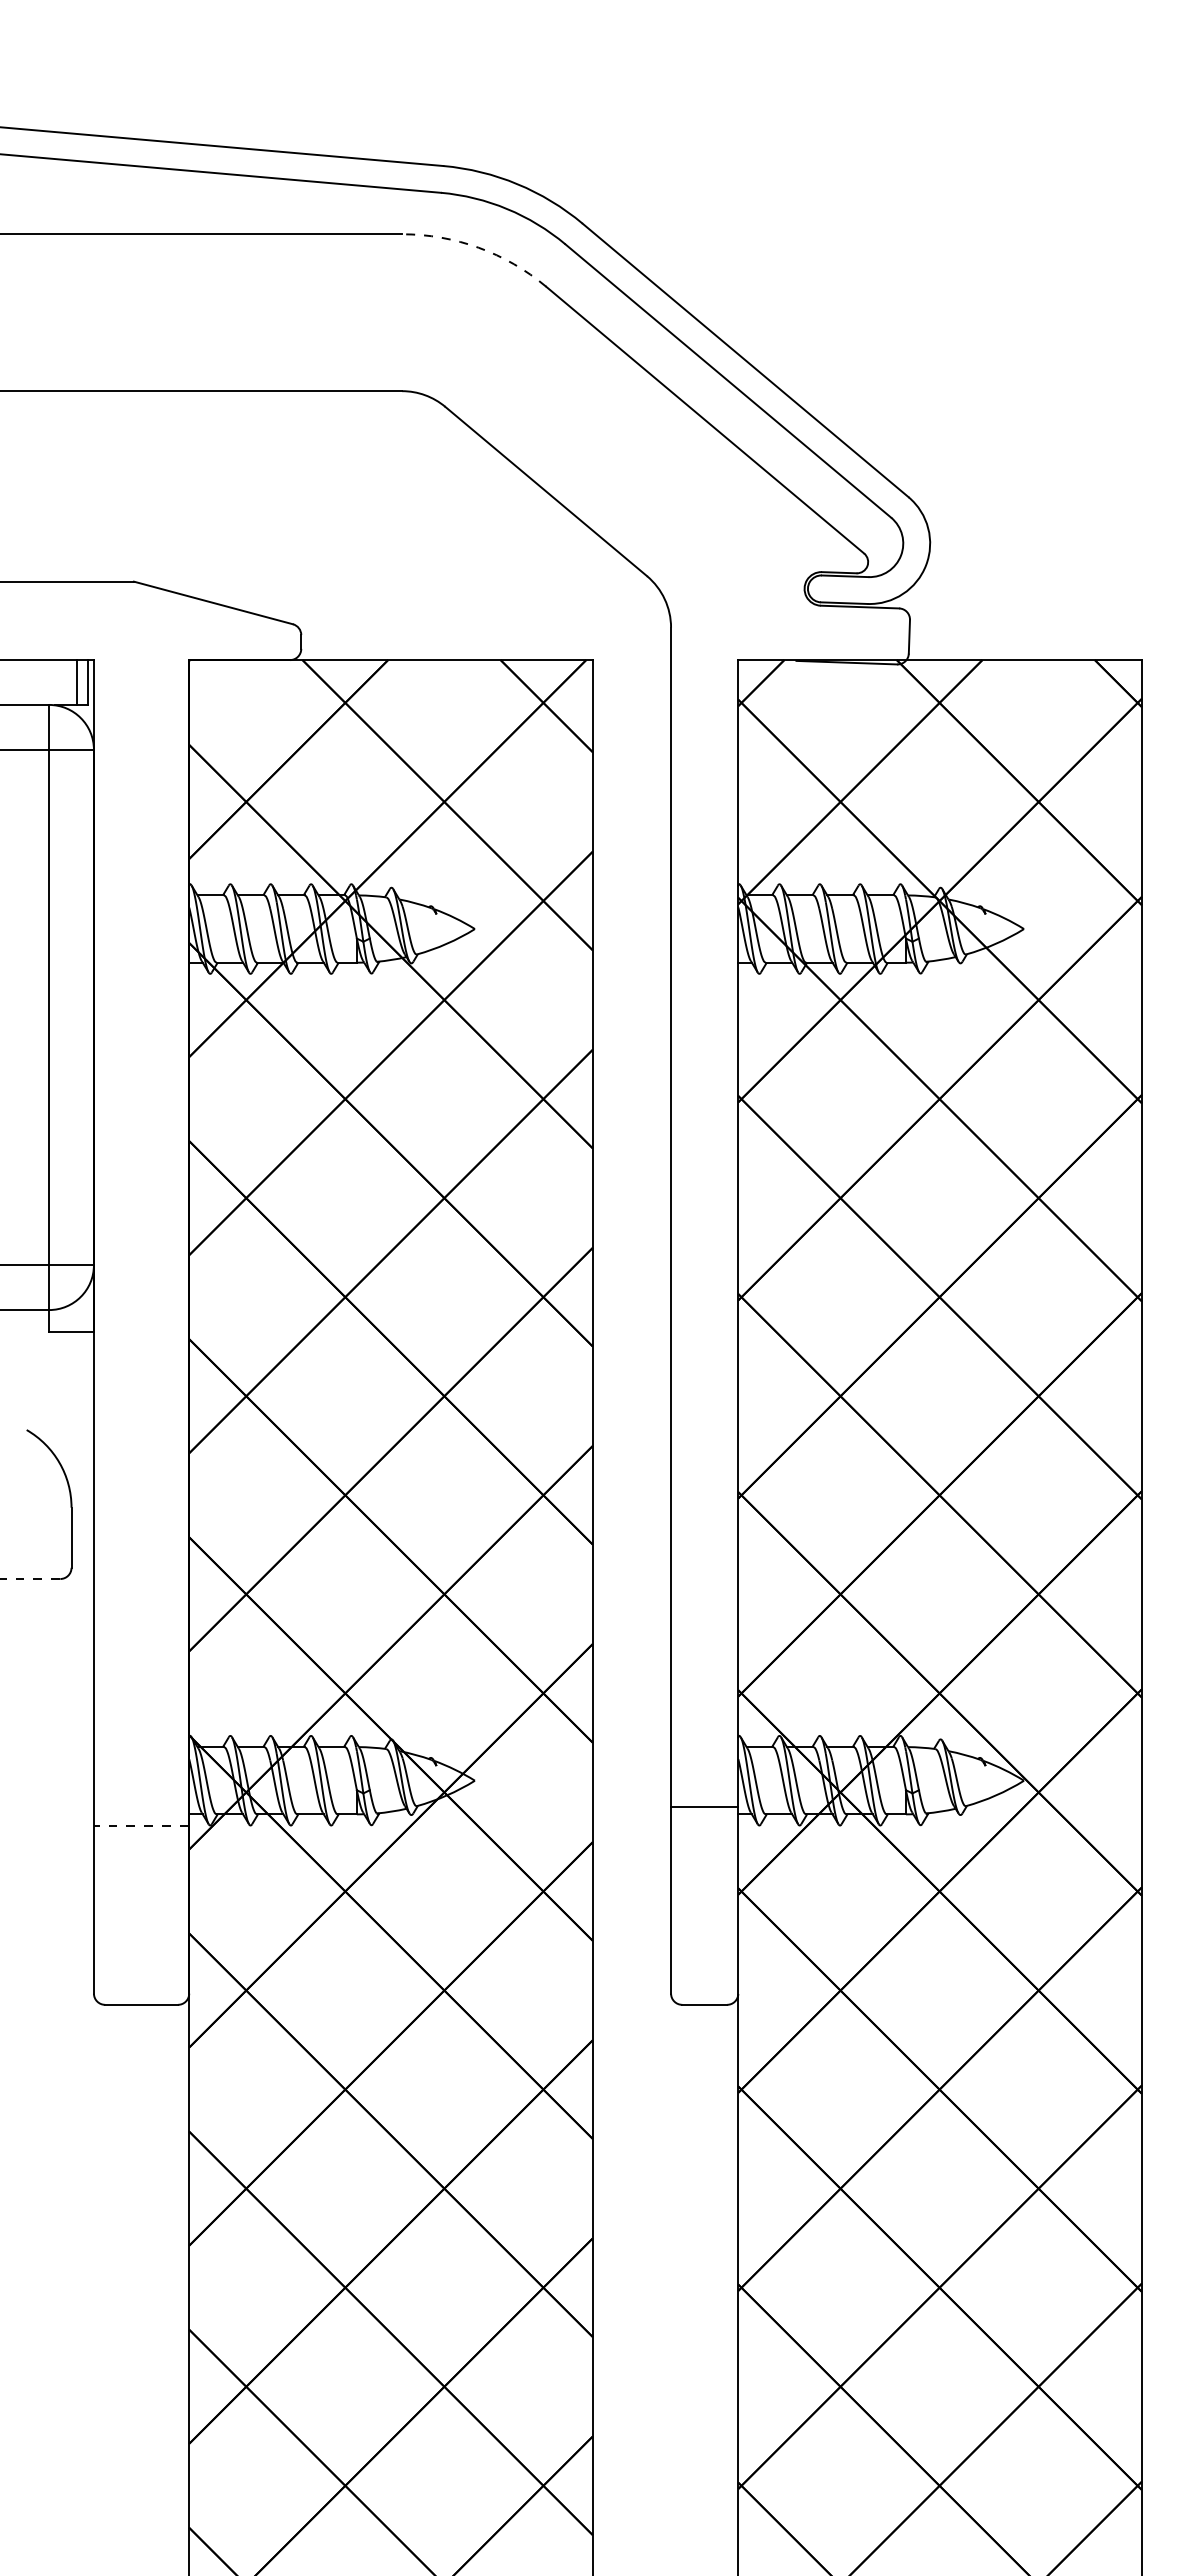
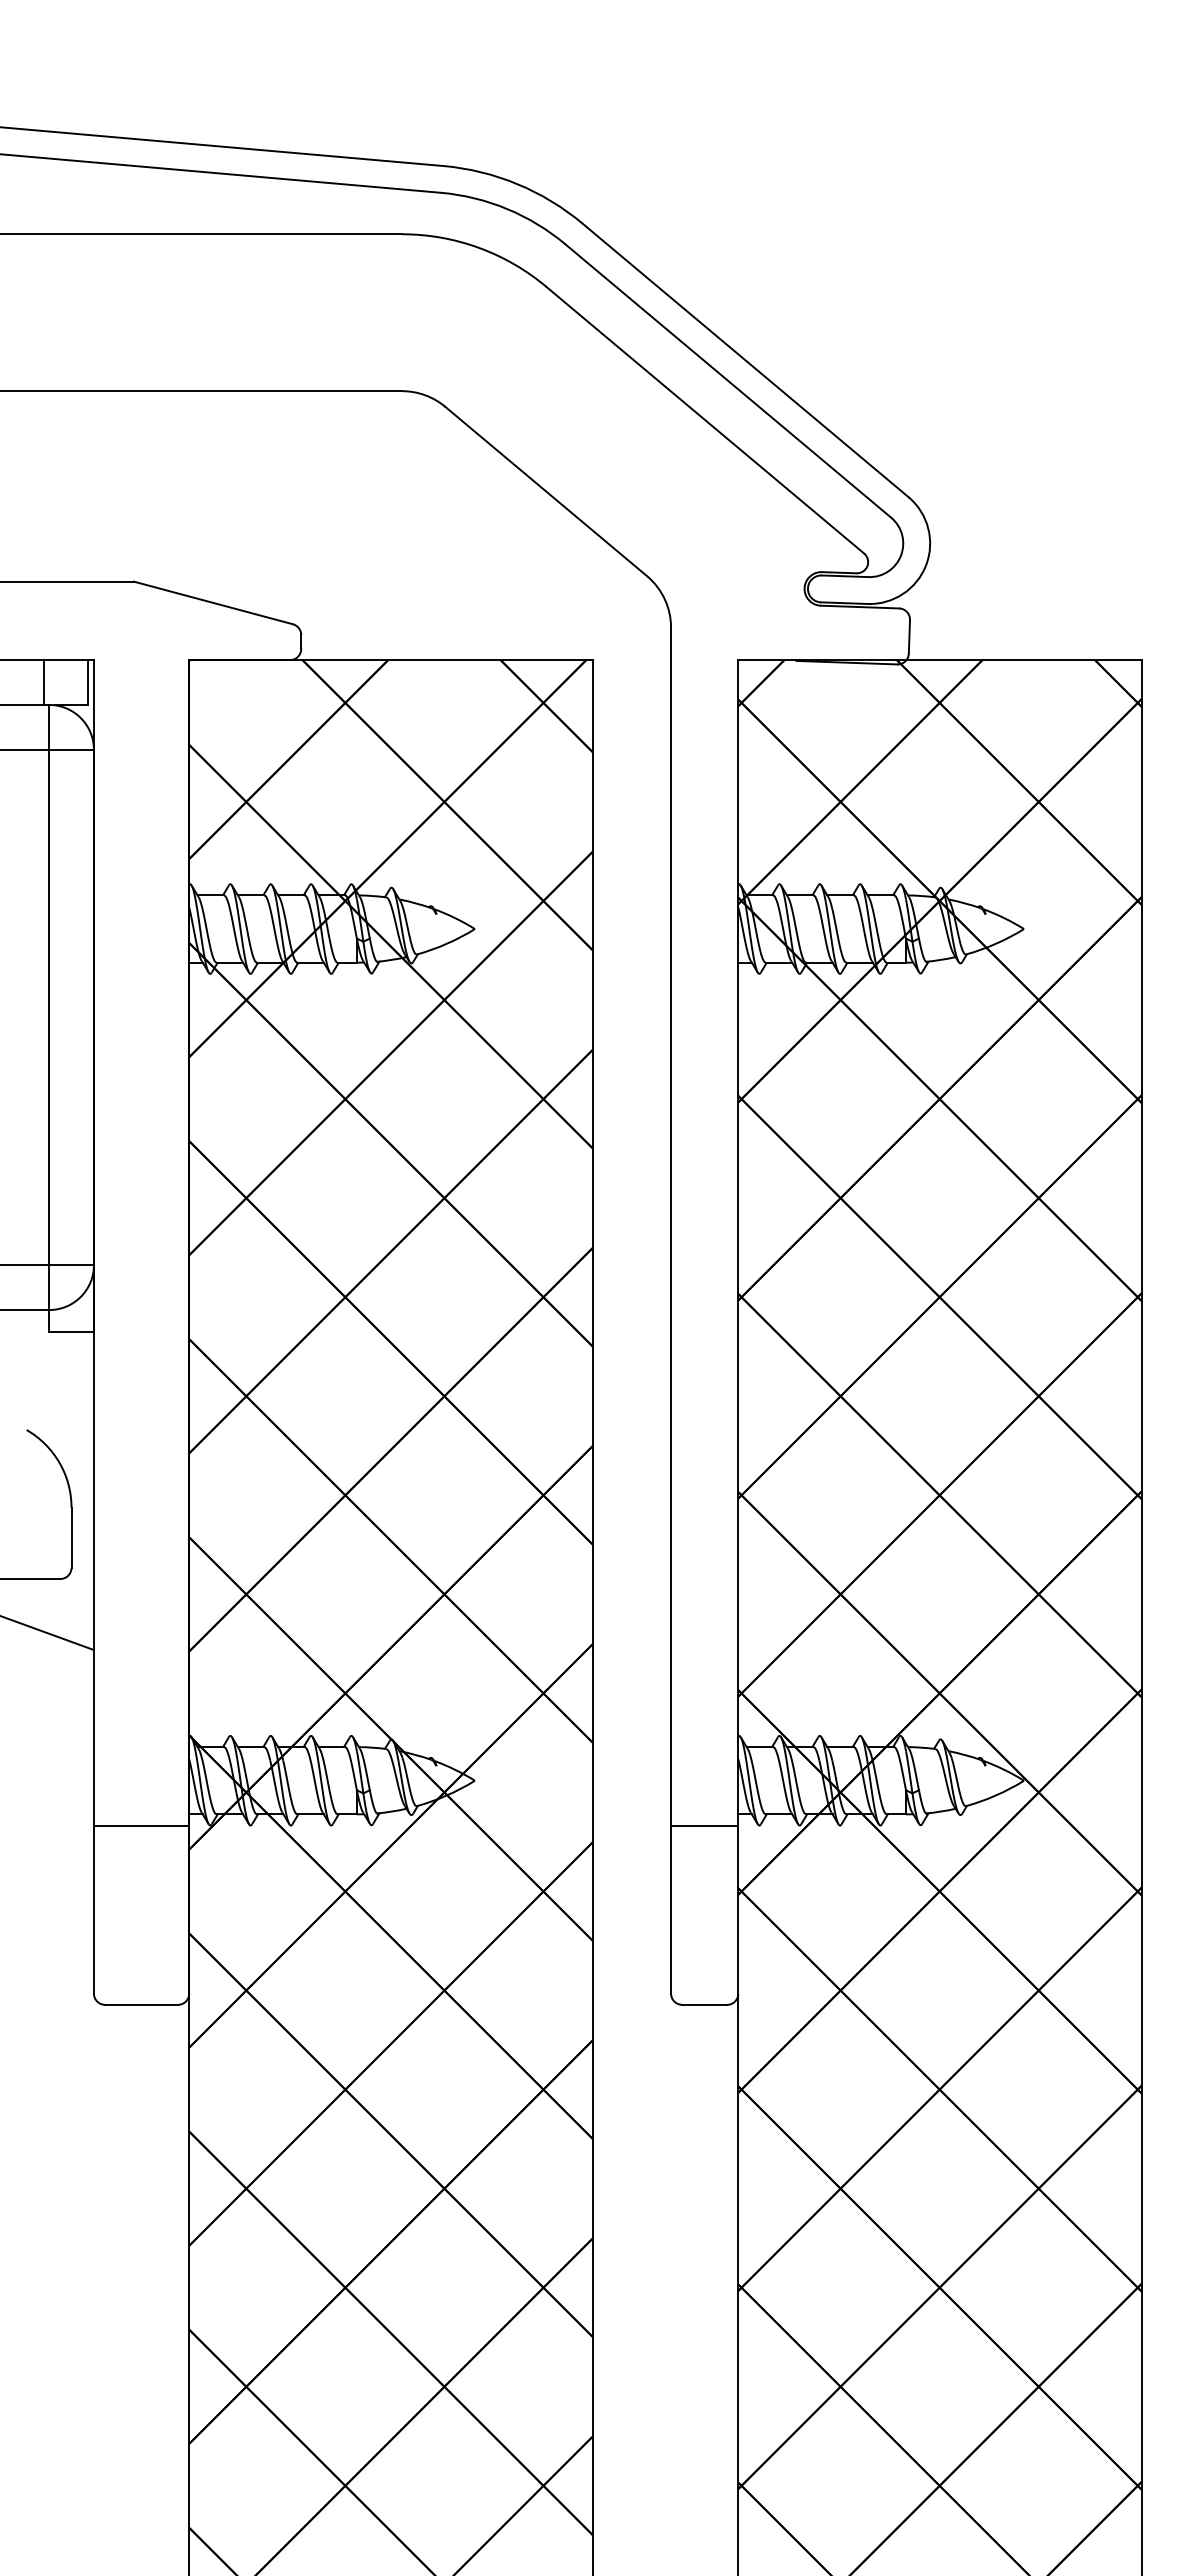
arc at (478, 247): dashed -> solid
line at (76, 682) position: (76, 682) -> (43, 682)
line at (29, 1579): dashed -> solid
line at (47, 1633): none -> present
line at (704, 1806) position: (704, 1806) -> (704, 1825)
line at (141, 1825): dashed -> solid
